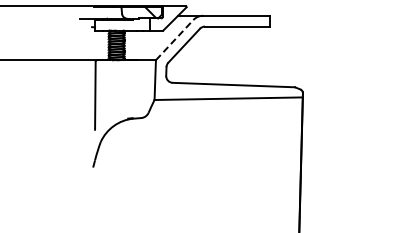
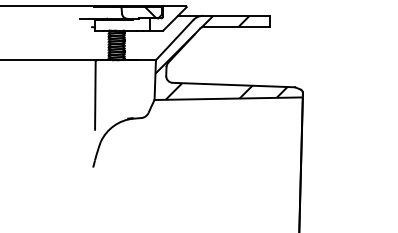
line at (174, 39): dashed -> solid
hatch at (221, 57): none -> present
